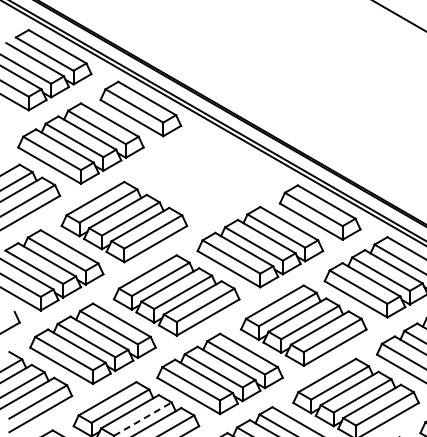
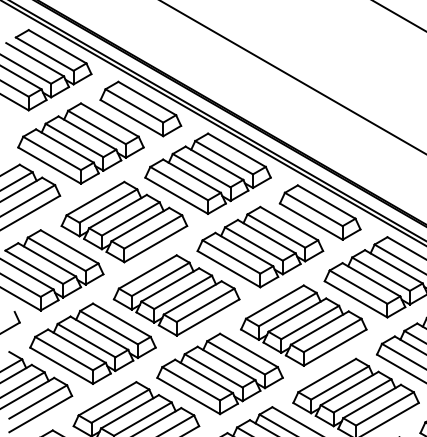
line at (292, 77): none -> present
part at (207, 173): none -> present
line at (143, 418): dashed -> solid
